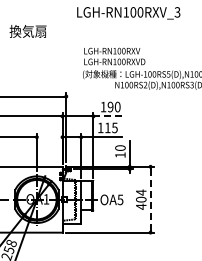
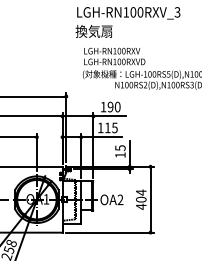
text at (27, 31) position: (27, 31) -> (93, 31)
line at (110, 116): dashed -> solid
text at (120, 148): 10 -> 15
text at (120, 199): OA5 -> OA2
line at (150, 199): dashed -> solid
